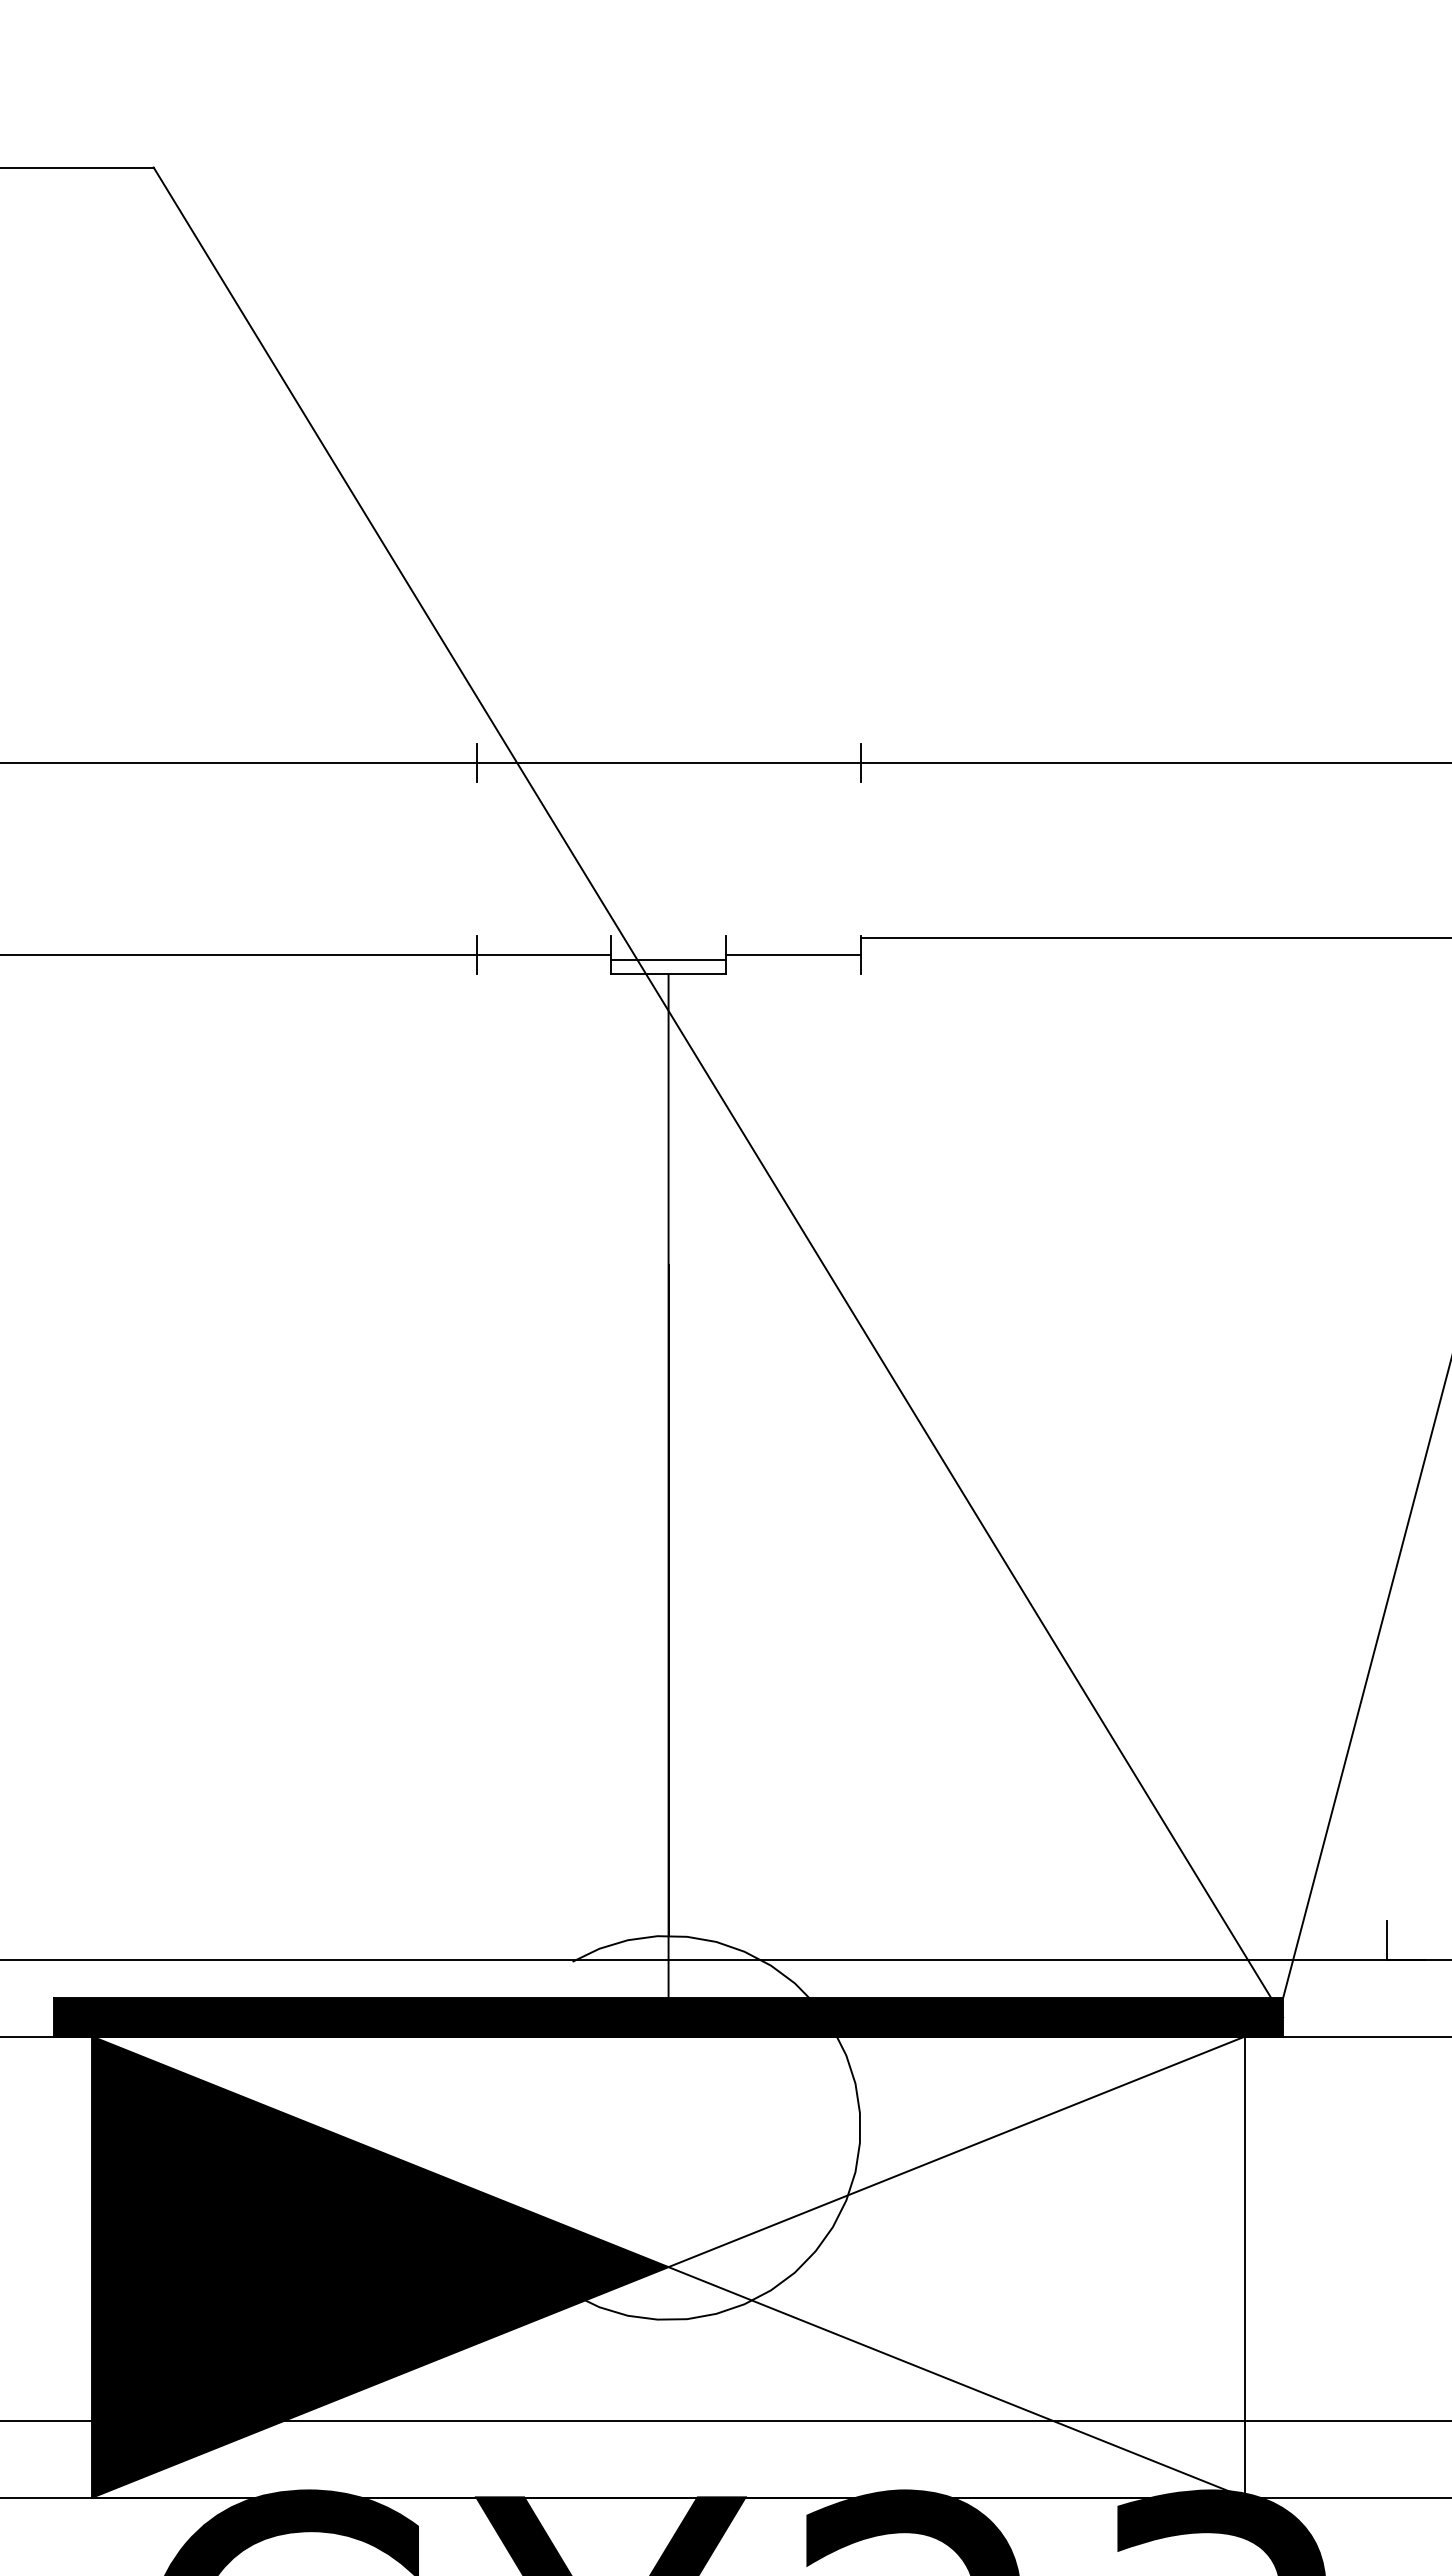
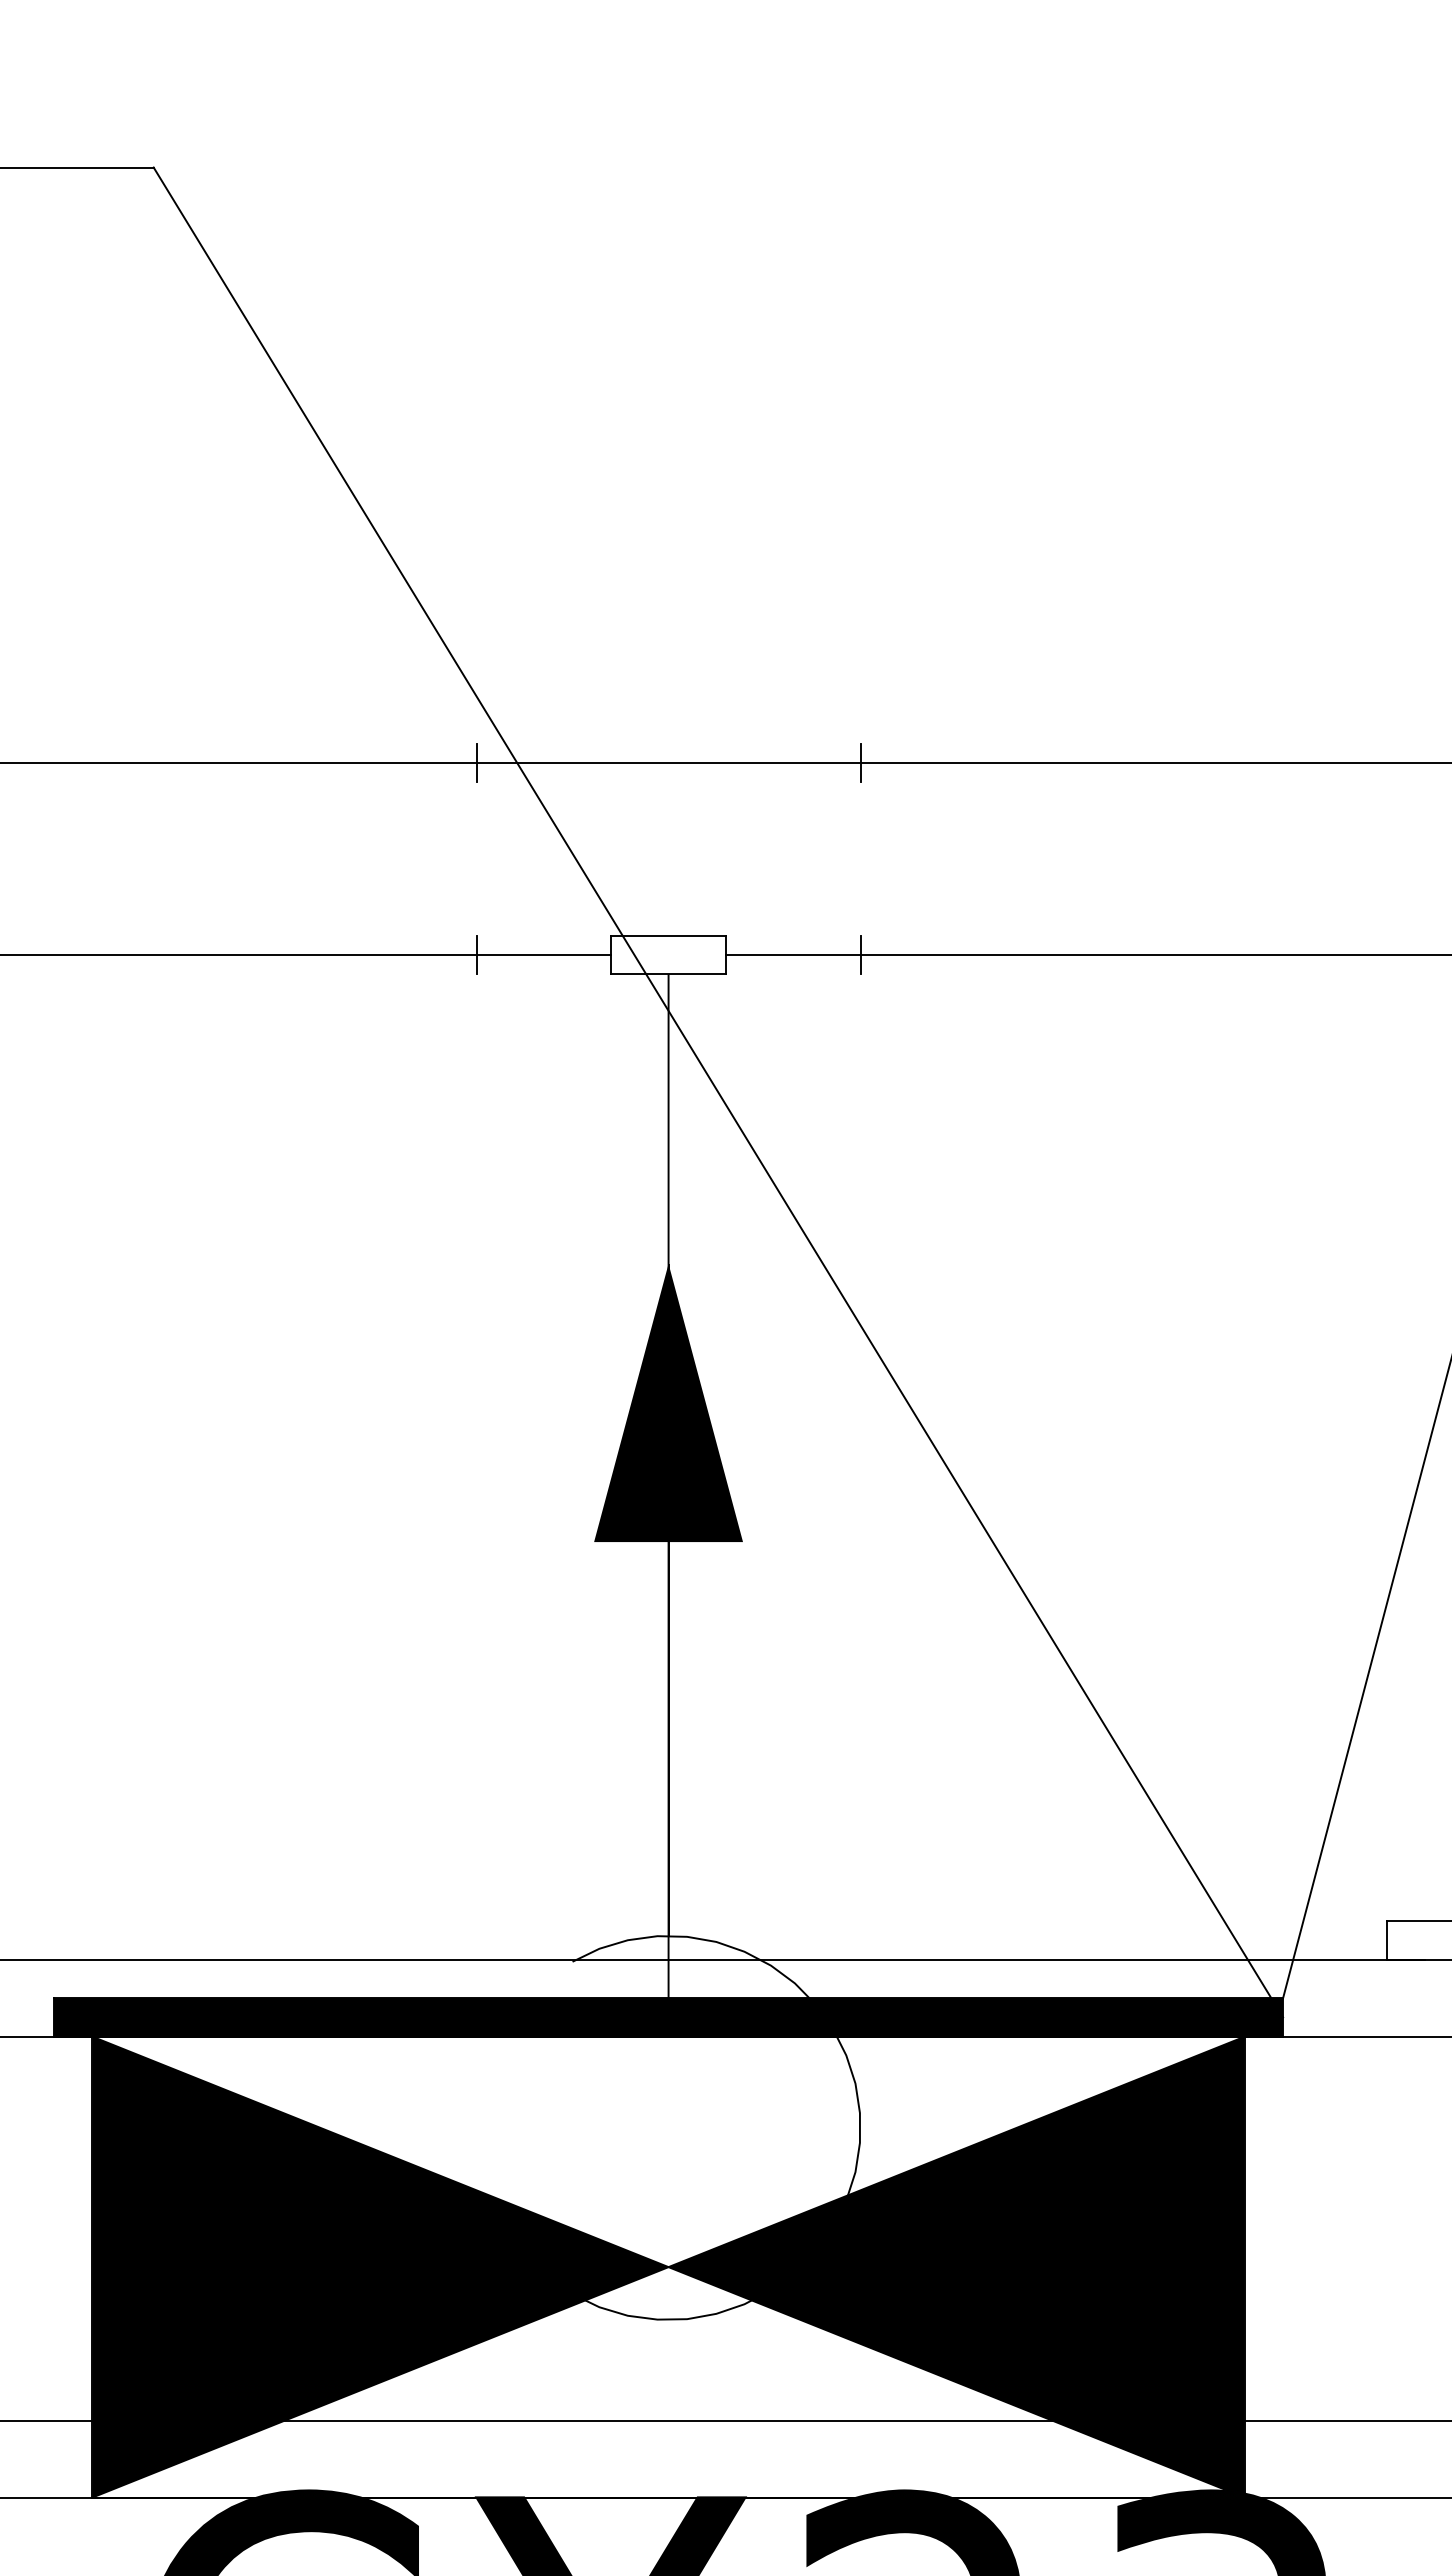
line at (1154, 937) position: (1154, 937) -> (1154, 954)
line at (668, 959) position: (668, 959) -> (668, 935)
fill at (668, 1402): none -> present
line at (1417, 1921): none -> present
fill at (956, 2266): none -> present
